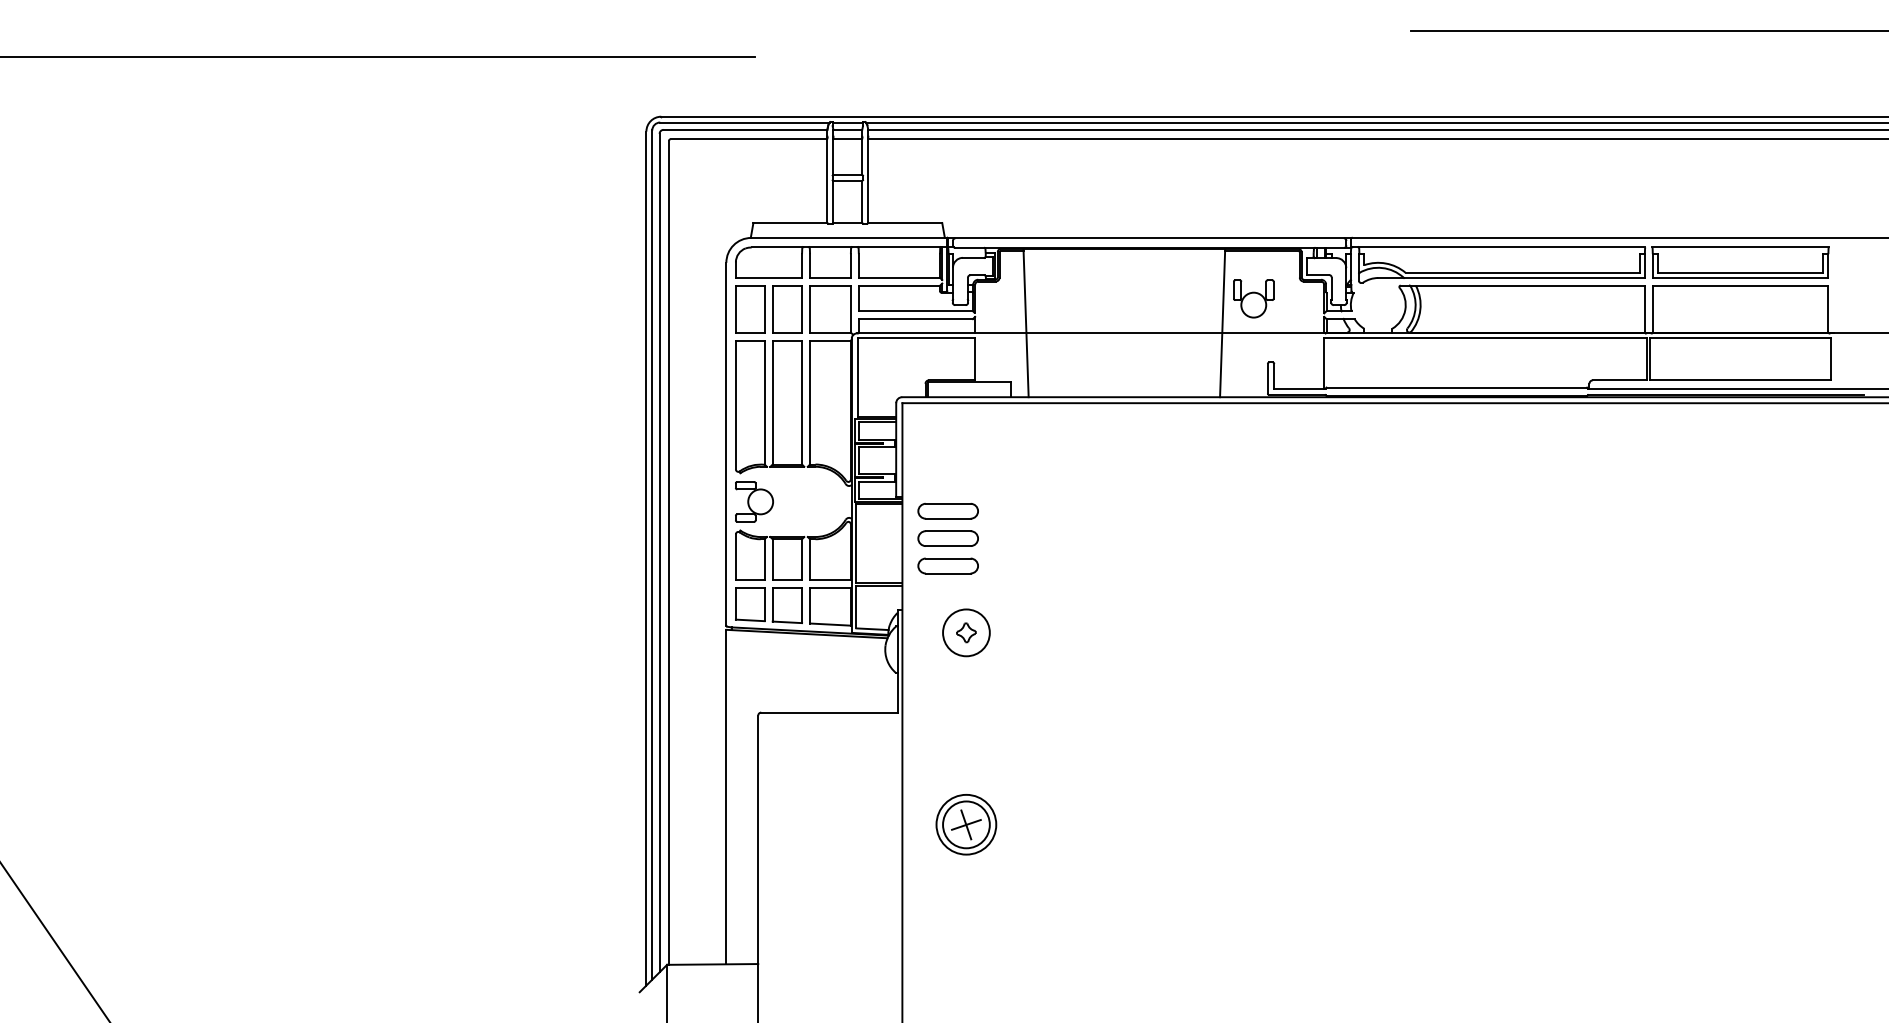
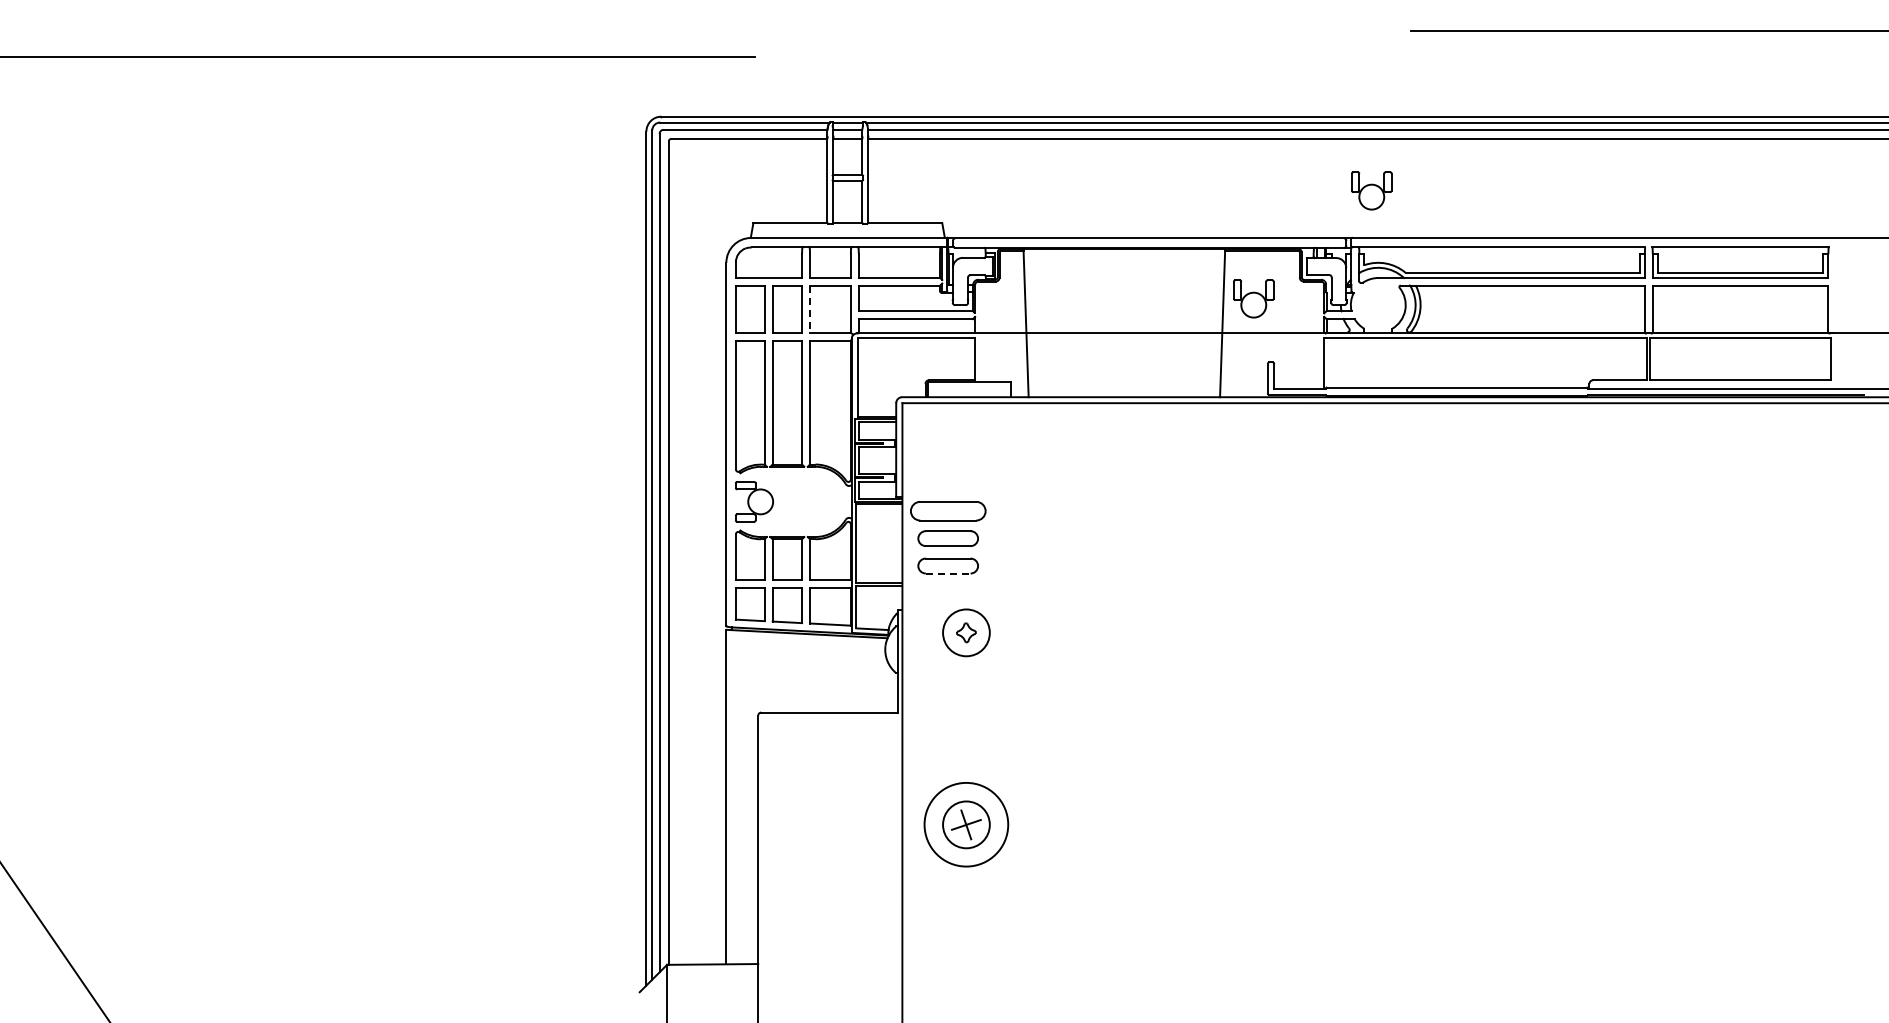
part at (1371, 190): none -> present
line at (810, 309): solid -> dashed
part at (947, 511) size: 62x17 px -> 77x21 px
line at (948, 573): solid -> dashed
circle at (966, 824) diameter: 60 px -> 84 px
